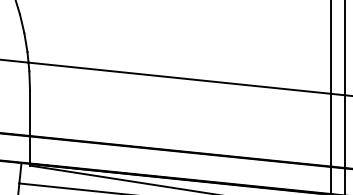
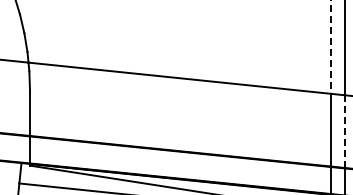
line at (331, 46): solid -> dashed
line at (345, 132): solid -> dashed
